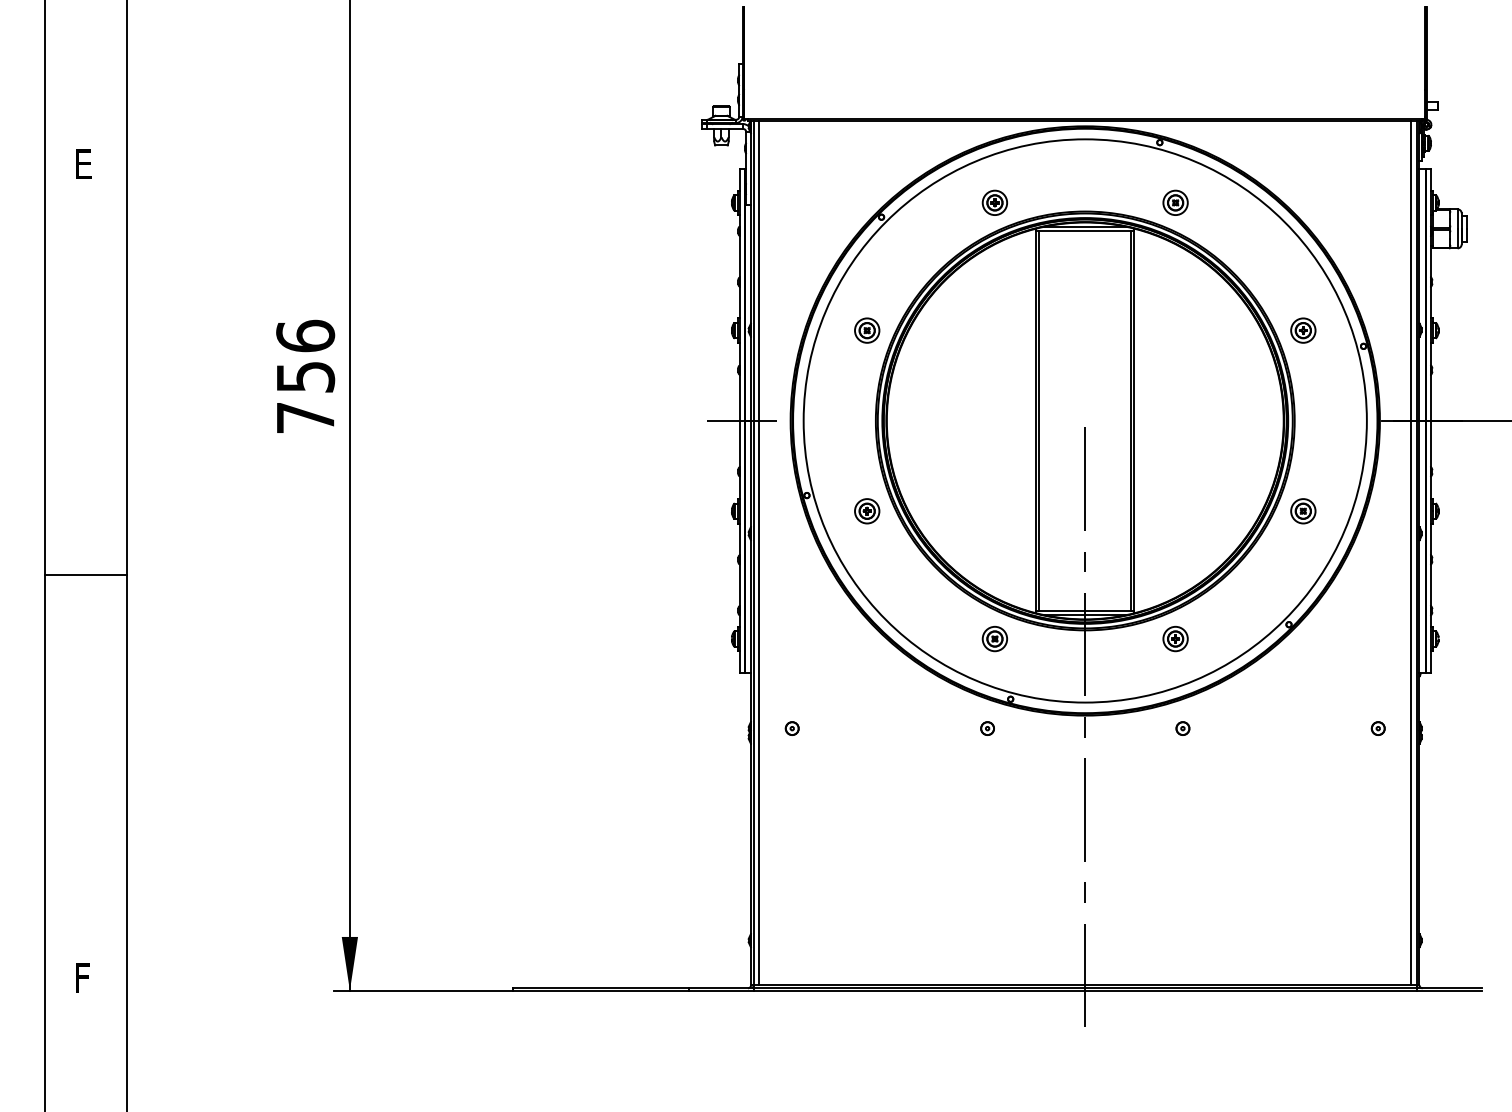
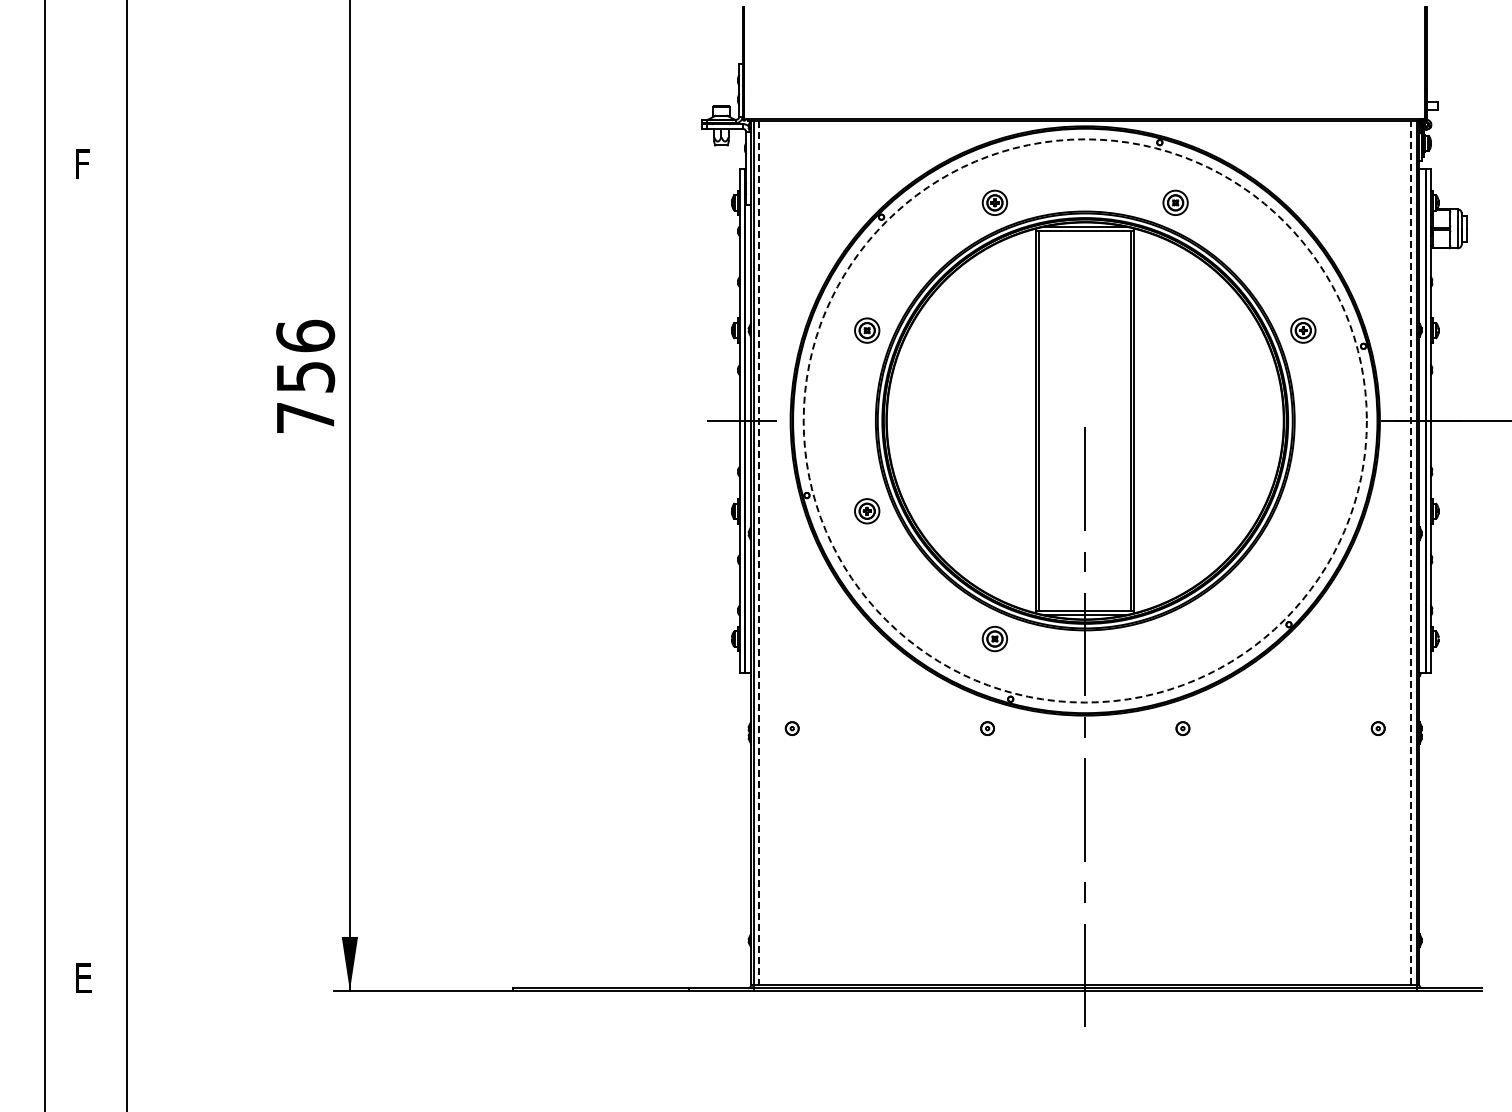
text at (85, 163): E -> F
circle at (1084, 420): solid -> dashed
part at (1303, 511): present -> none
line at (1411, 552): solid -> dashed
line at (759, 553): solid -> dashed
line at (85, 574): present -> none
part at (1175, 638): present -> none
text at (85, 977): F -> E
